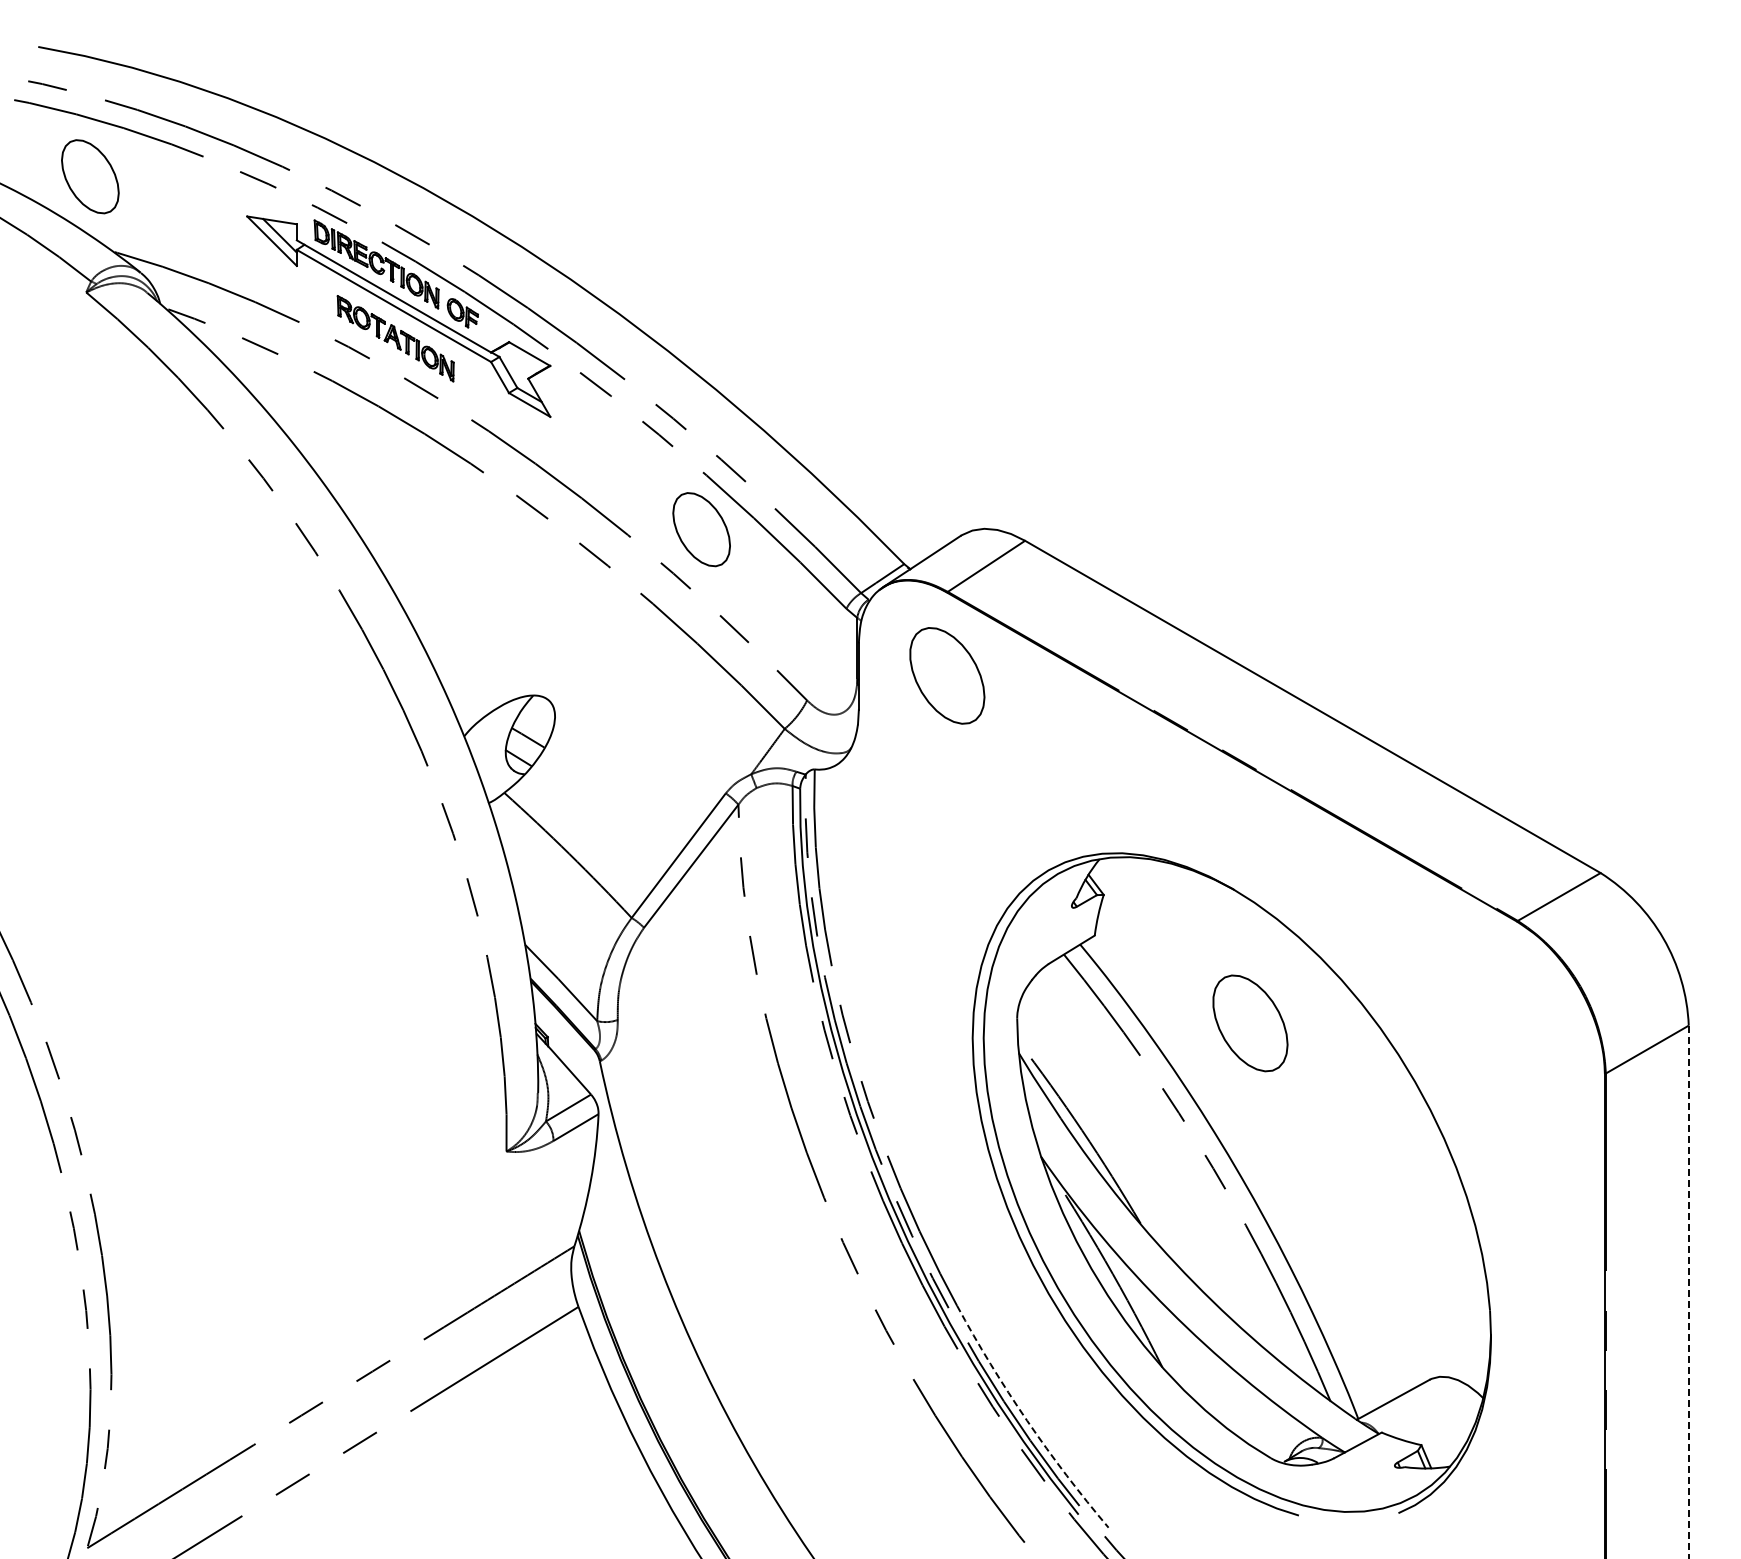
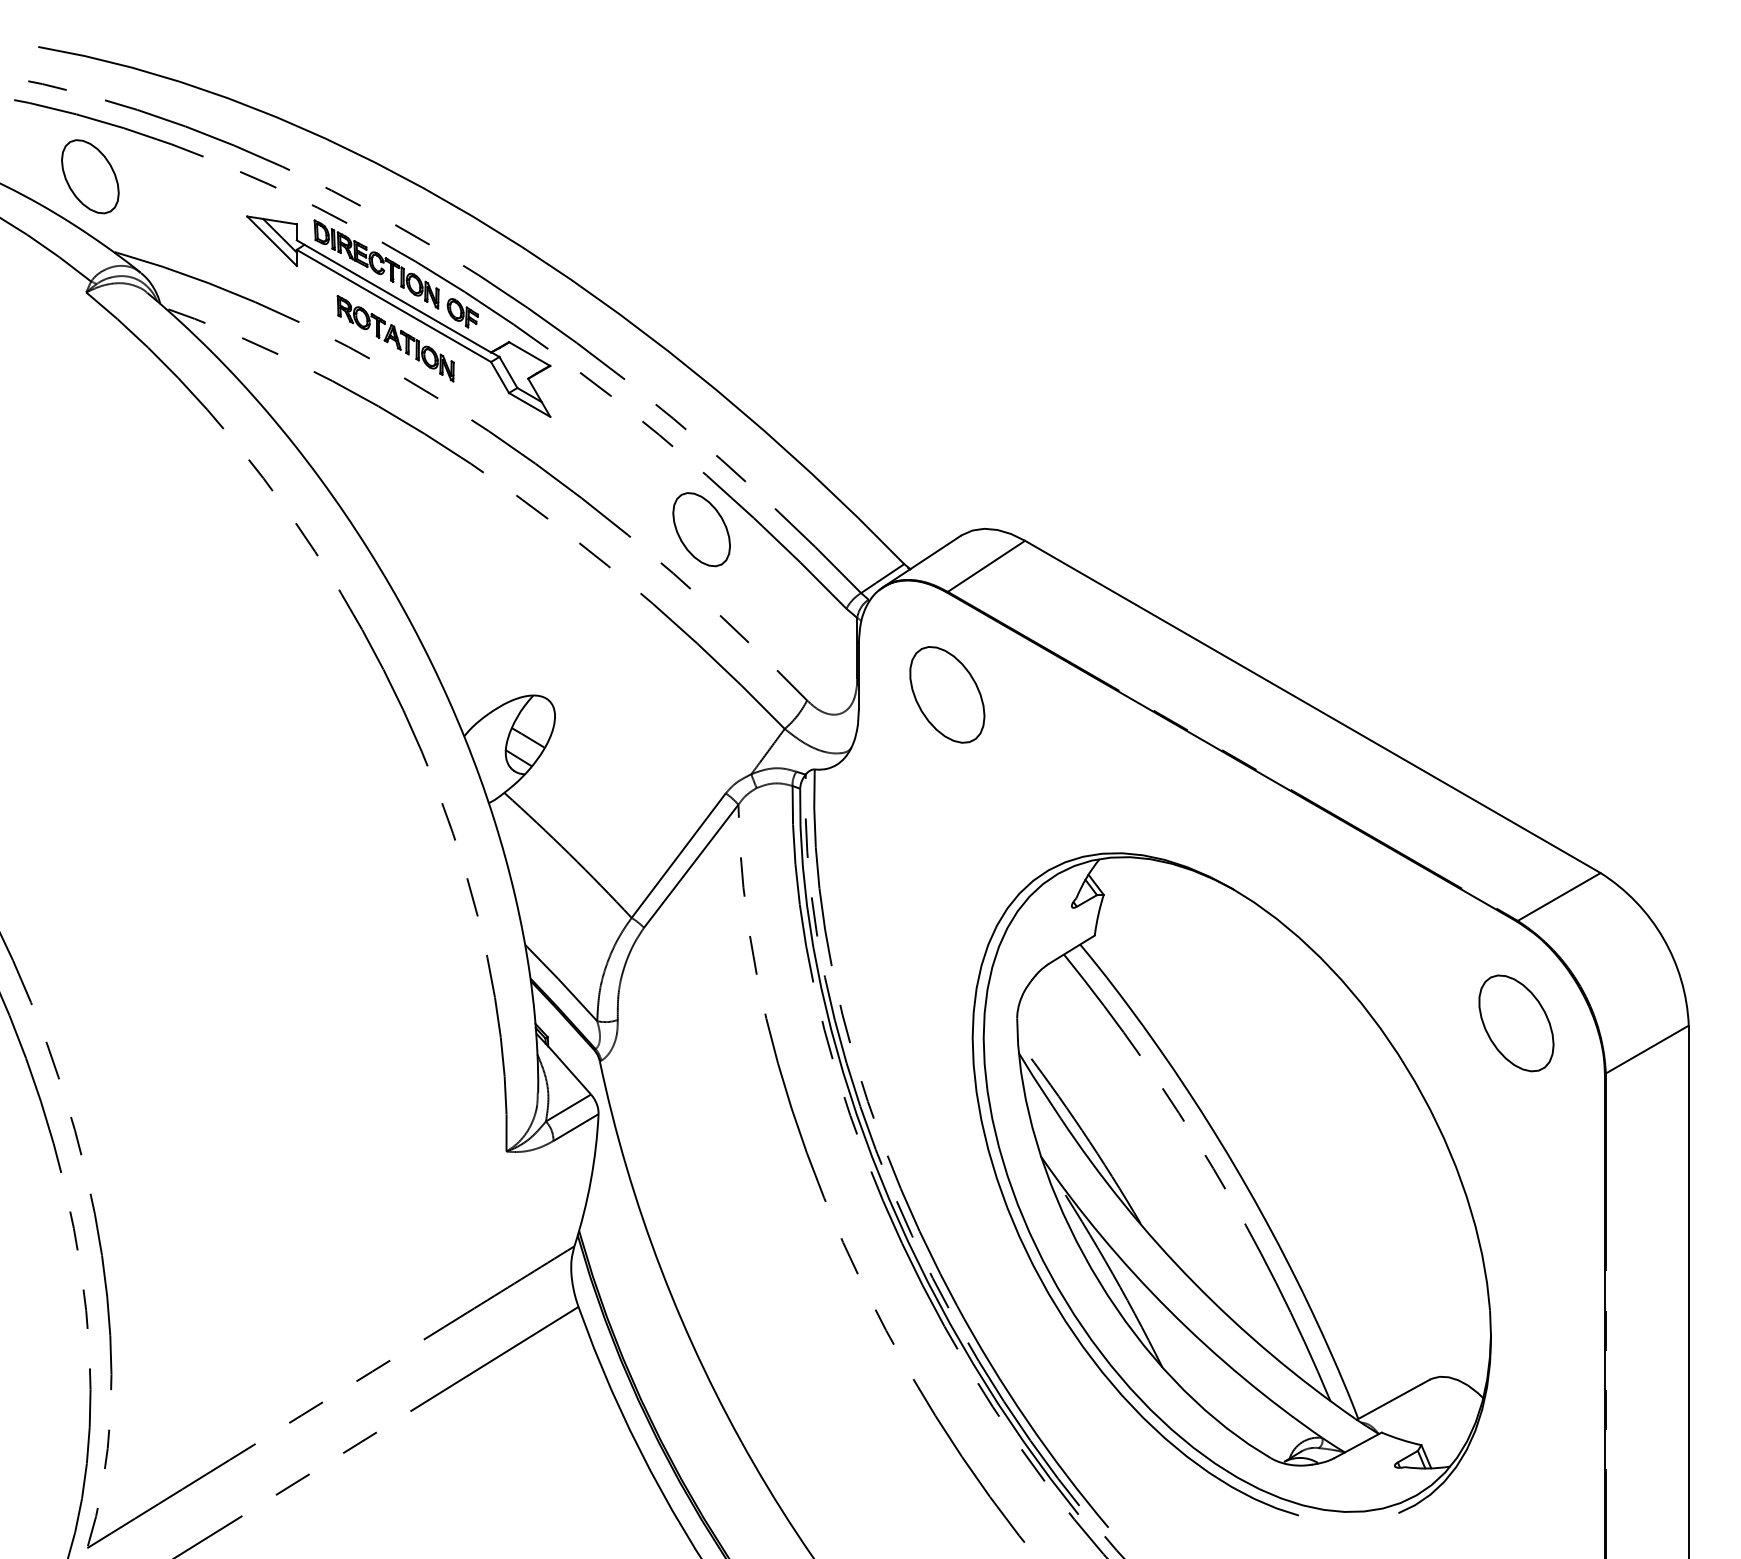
part at (947, 675) position: (947, 675) -> (947, 694)
part at (1250, 1023) position: (1250, 1023) -> (1516, 1023)
line at (1688, 1292): dashed -> solid
arc at (1027, 1420): dashed -> solid
